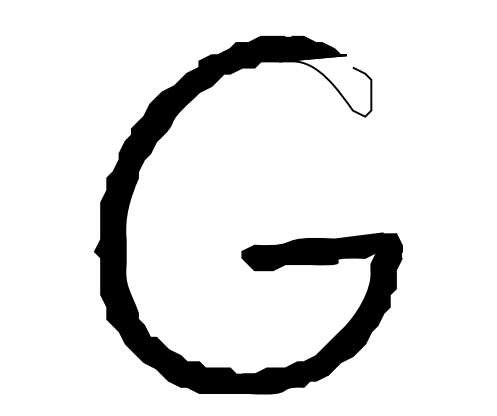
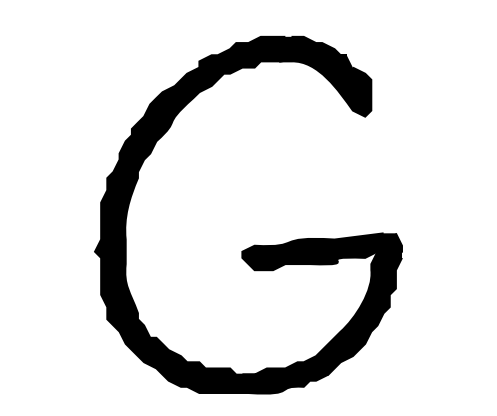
fill at (325, 85): none -> present
